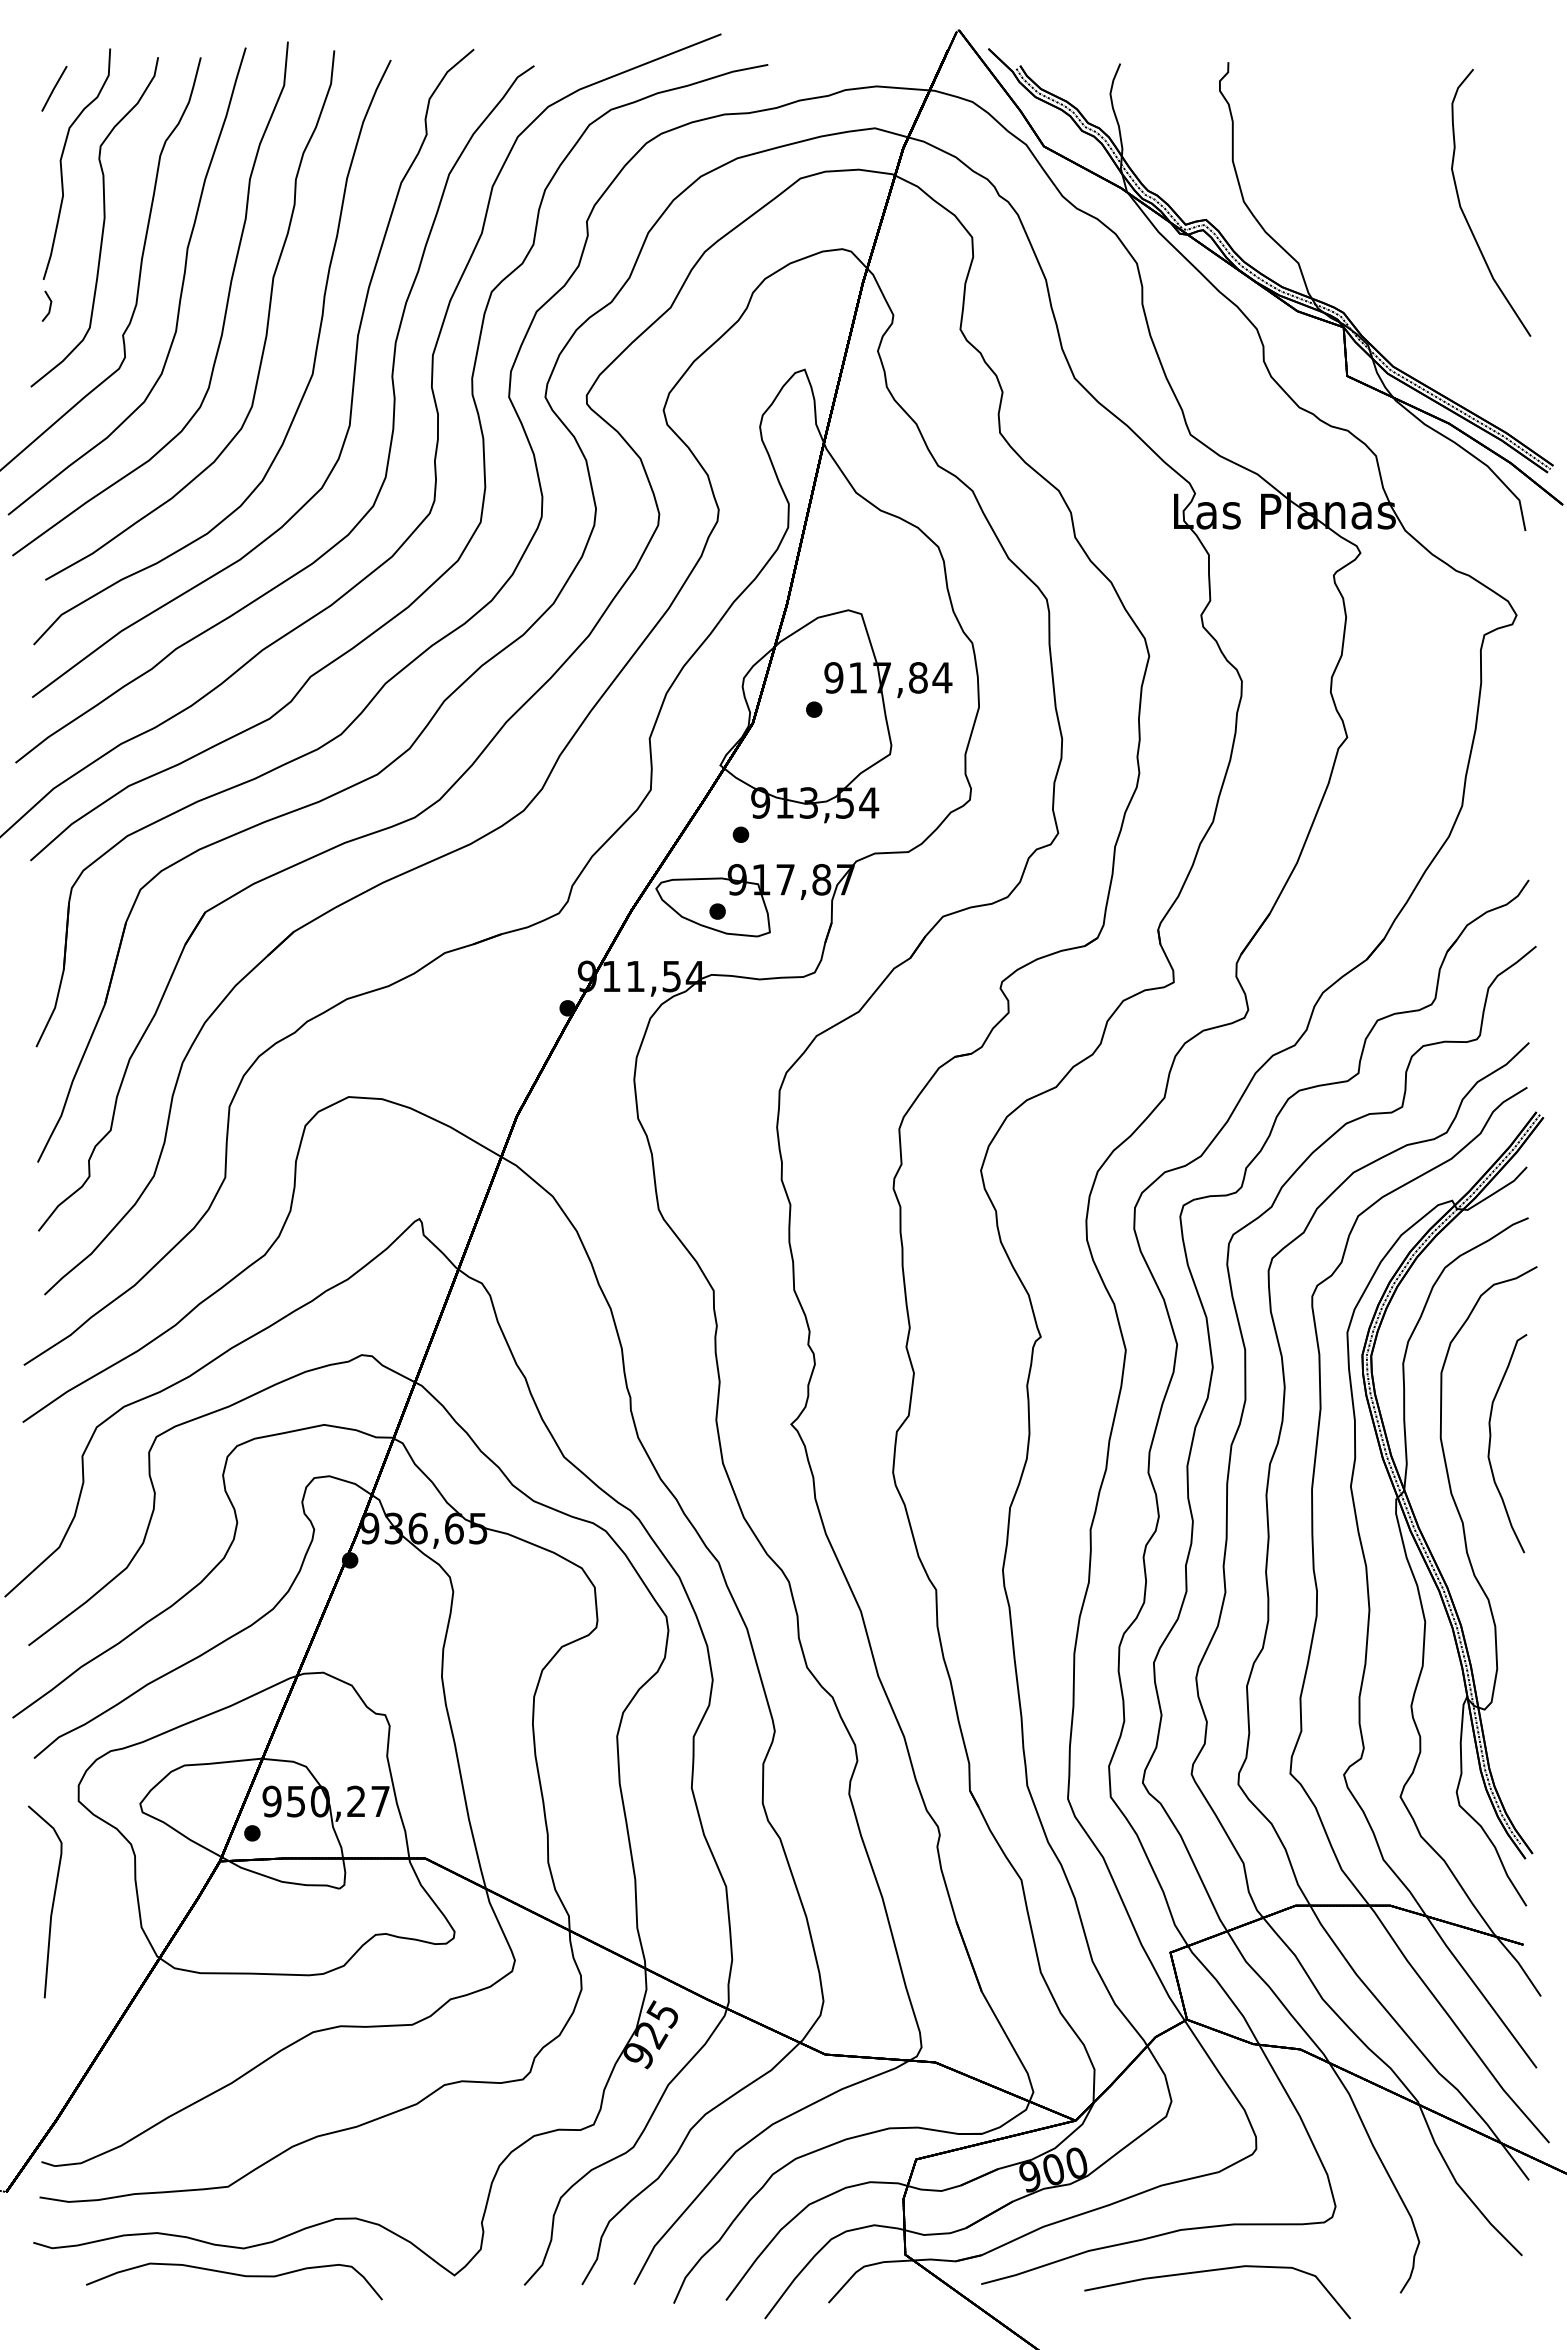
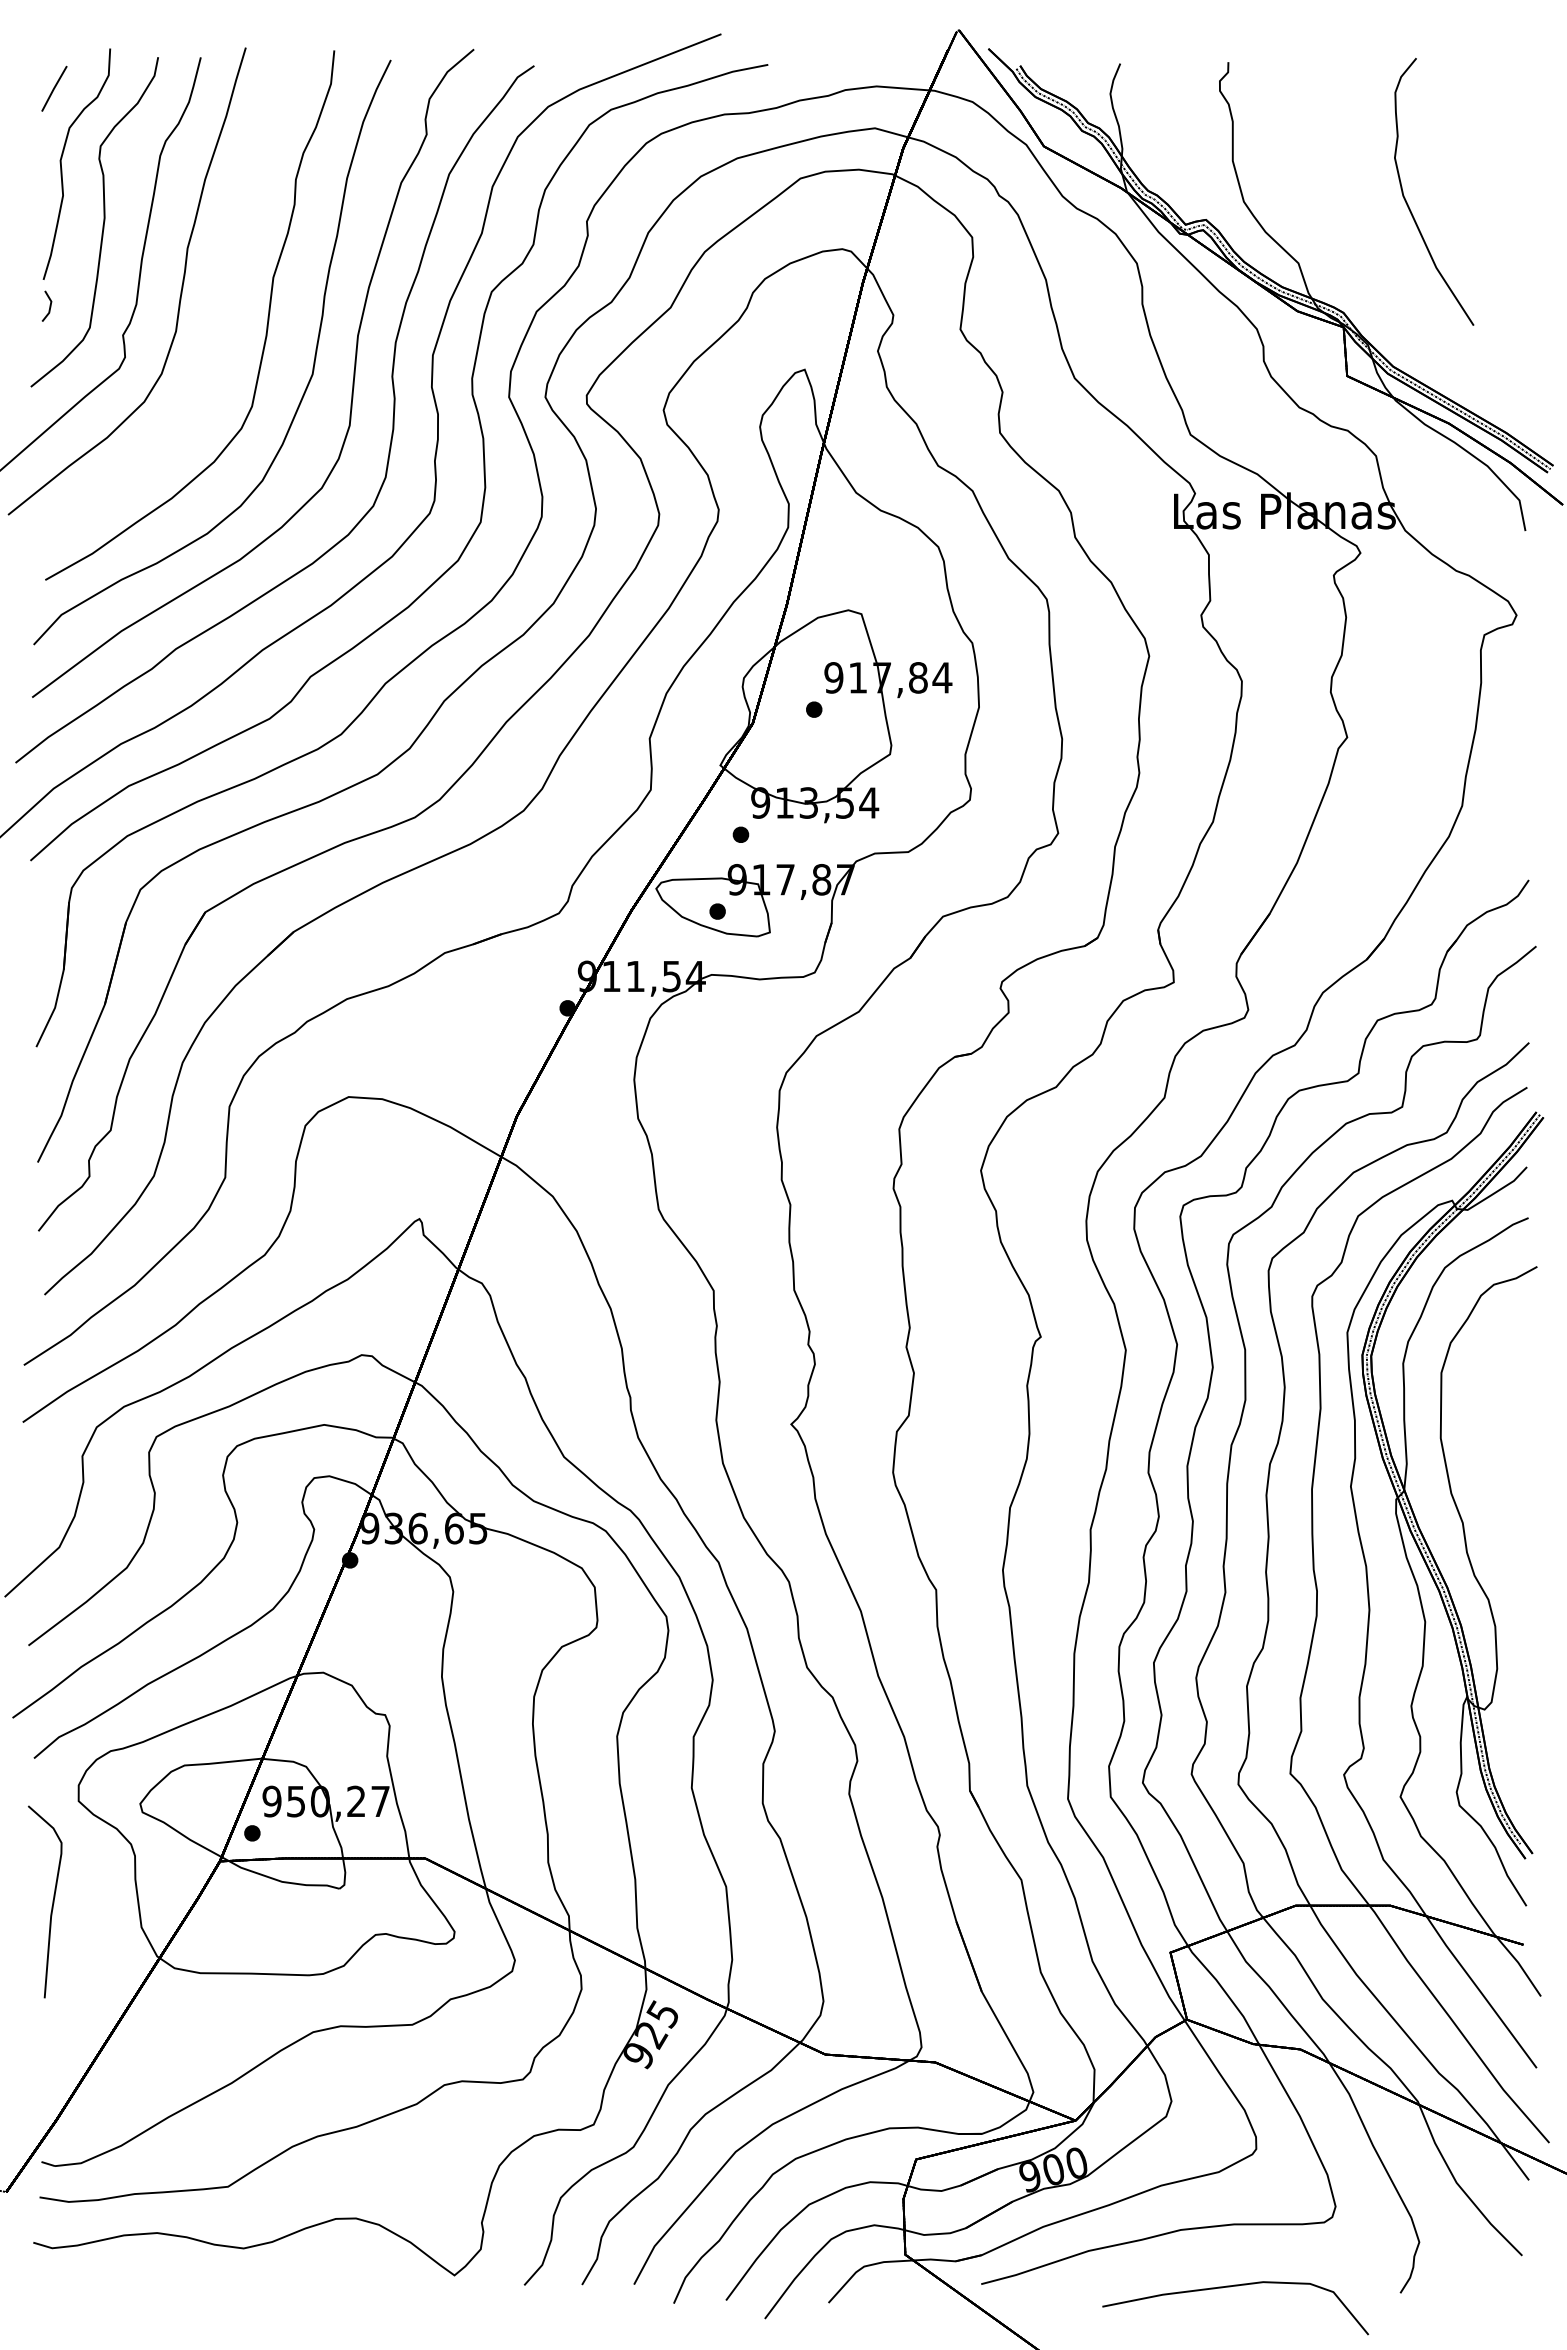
curve at (1465, 215) position: (1465, 215) -> (1408, 204)
curve at (224, 313): present -> none
curve at (1491, 1438): present -> none
curve at (1212, 2271) position: (1212, 2271) -> (1230, 2287)
curve at (234, 2275): present -> none
